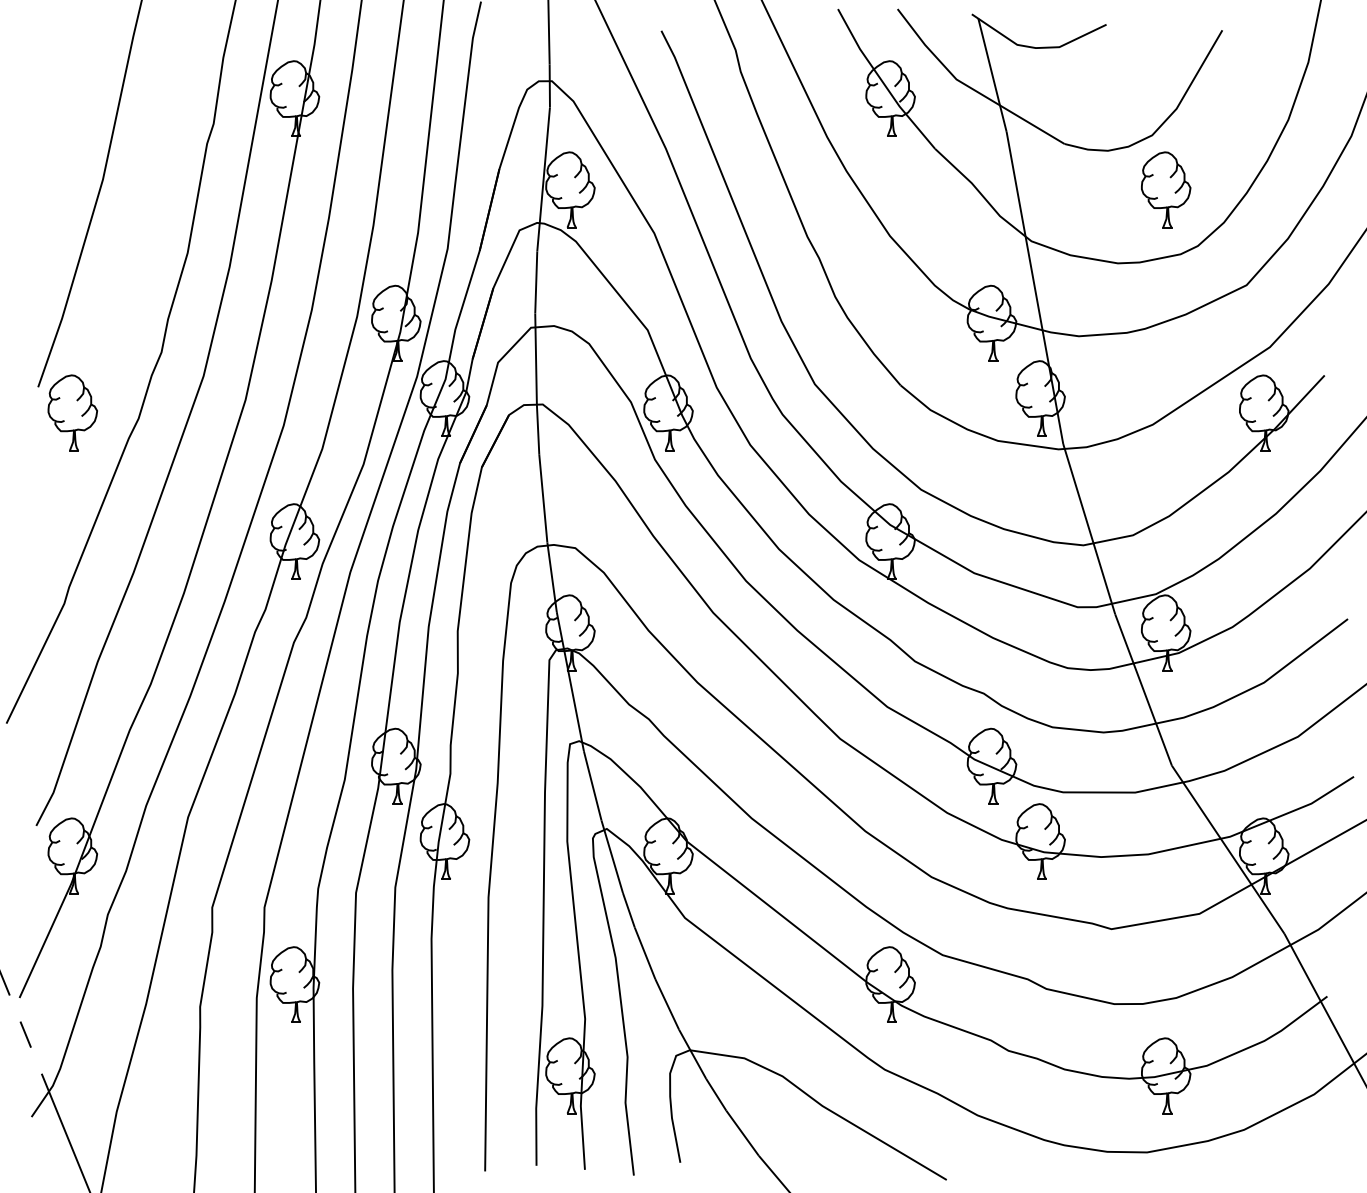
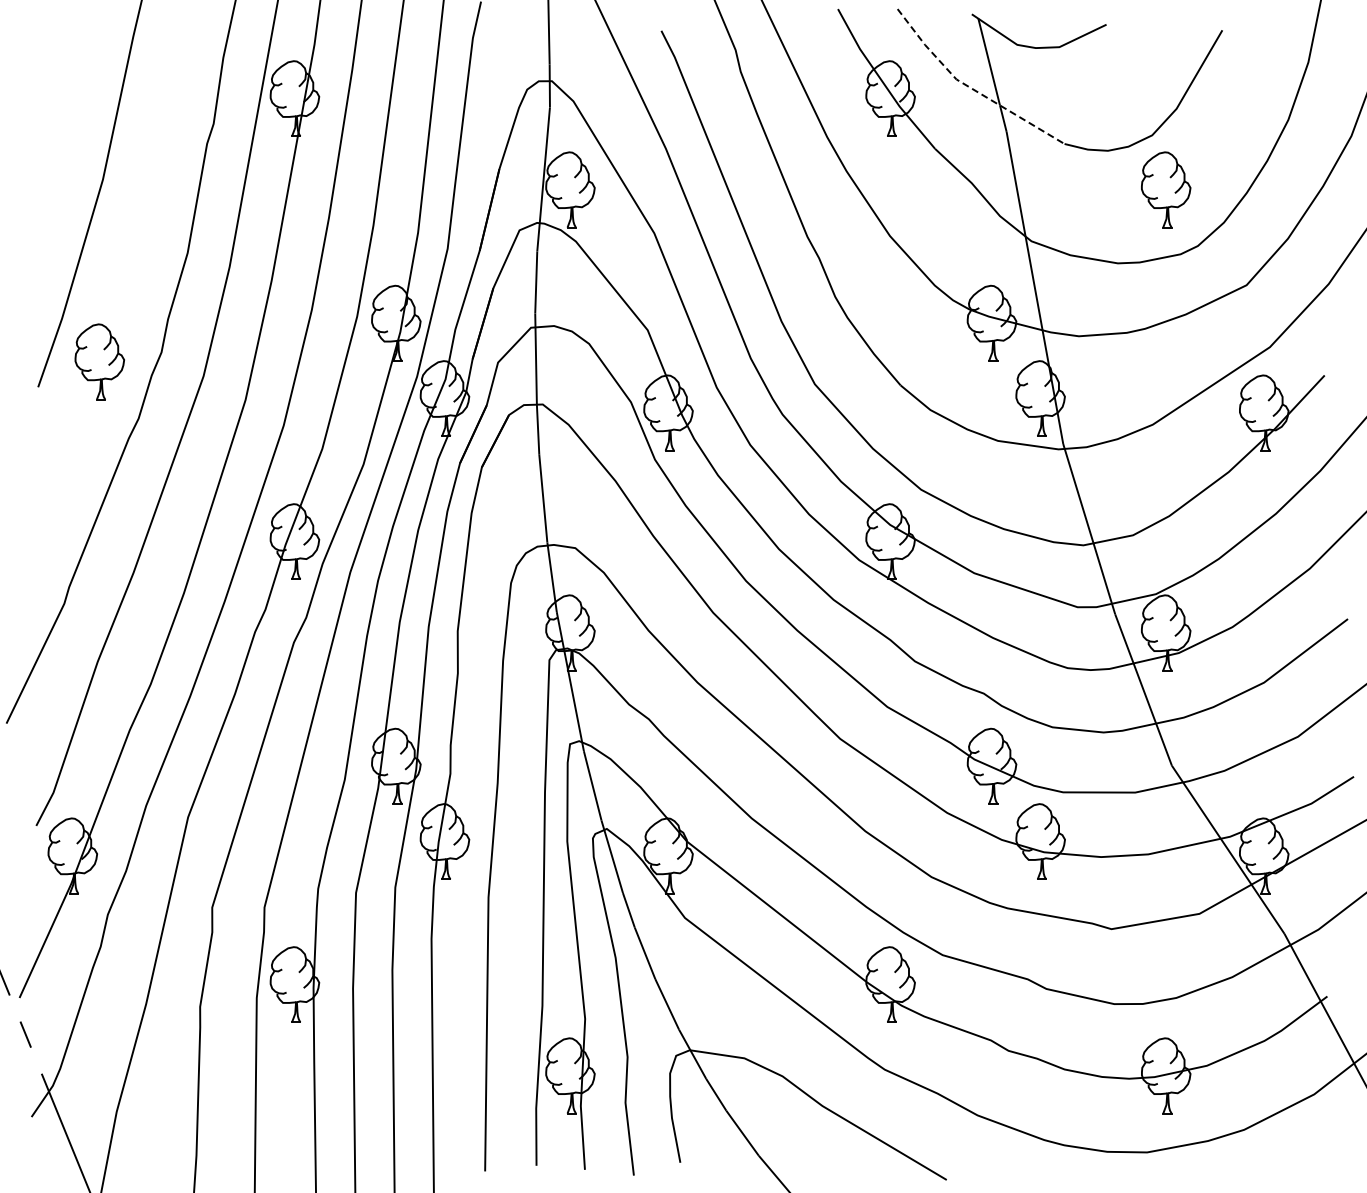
line at (970, 87): solid -> dashed
part at (72, 412) position: (72, 412) -> (99, 361)
